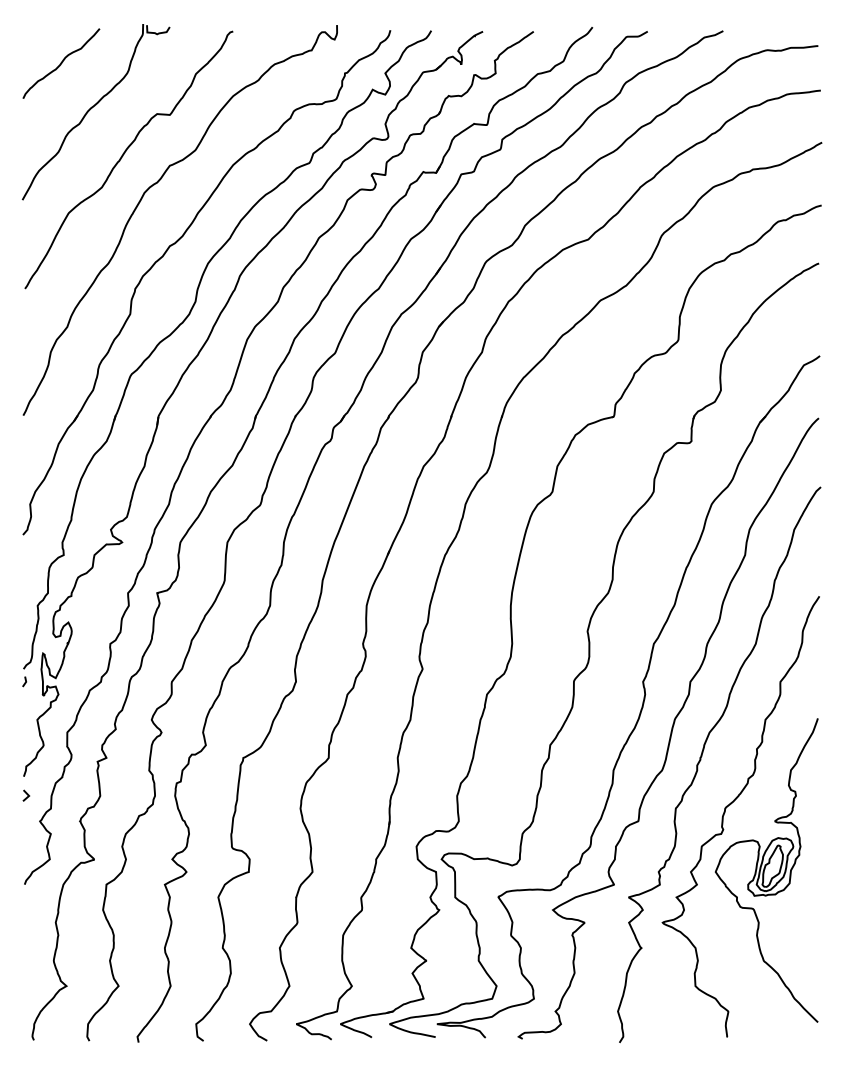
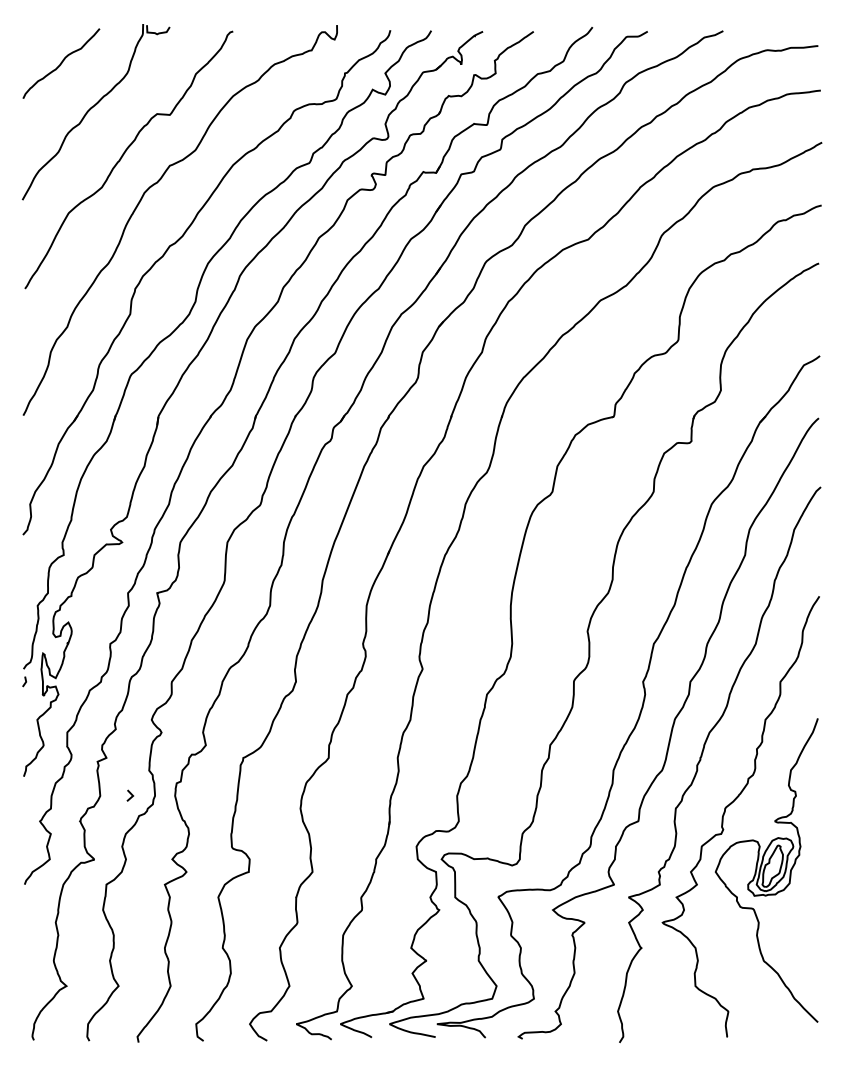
line at (26, 794) position: (26, 794) -> (130, 794)
